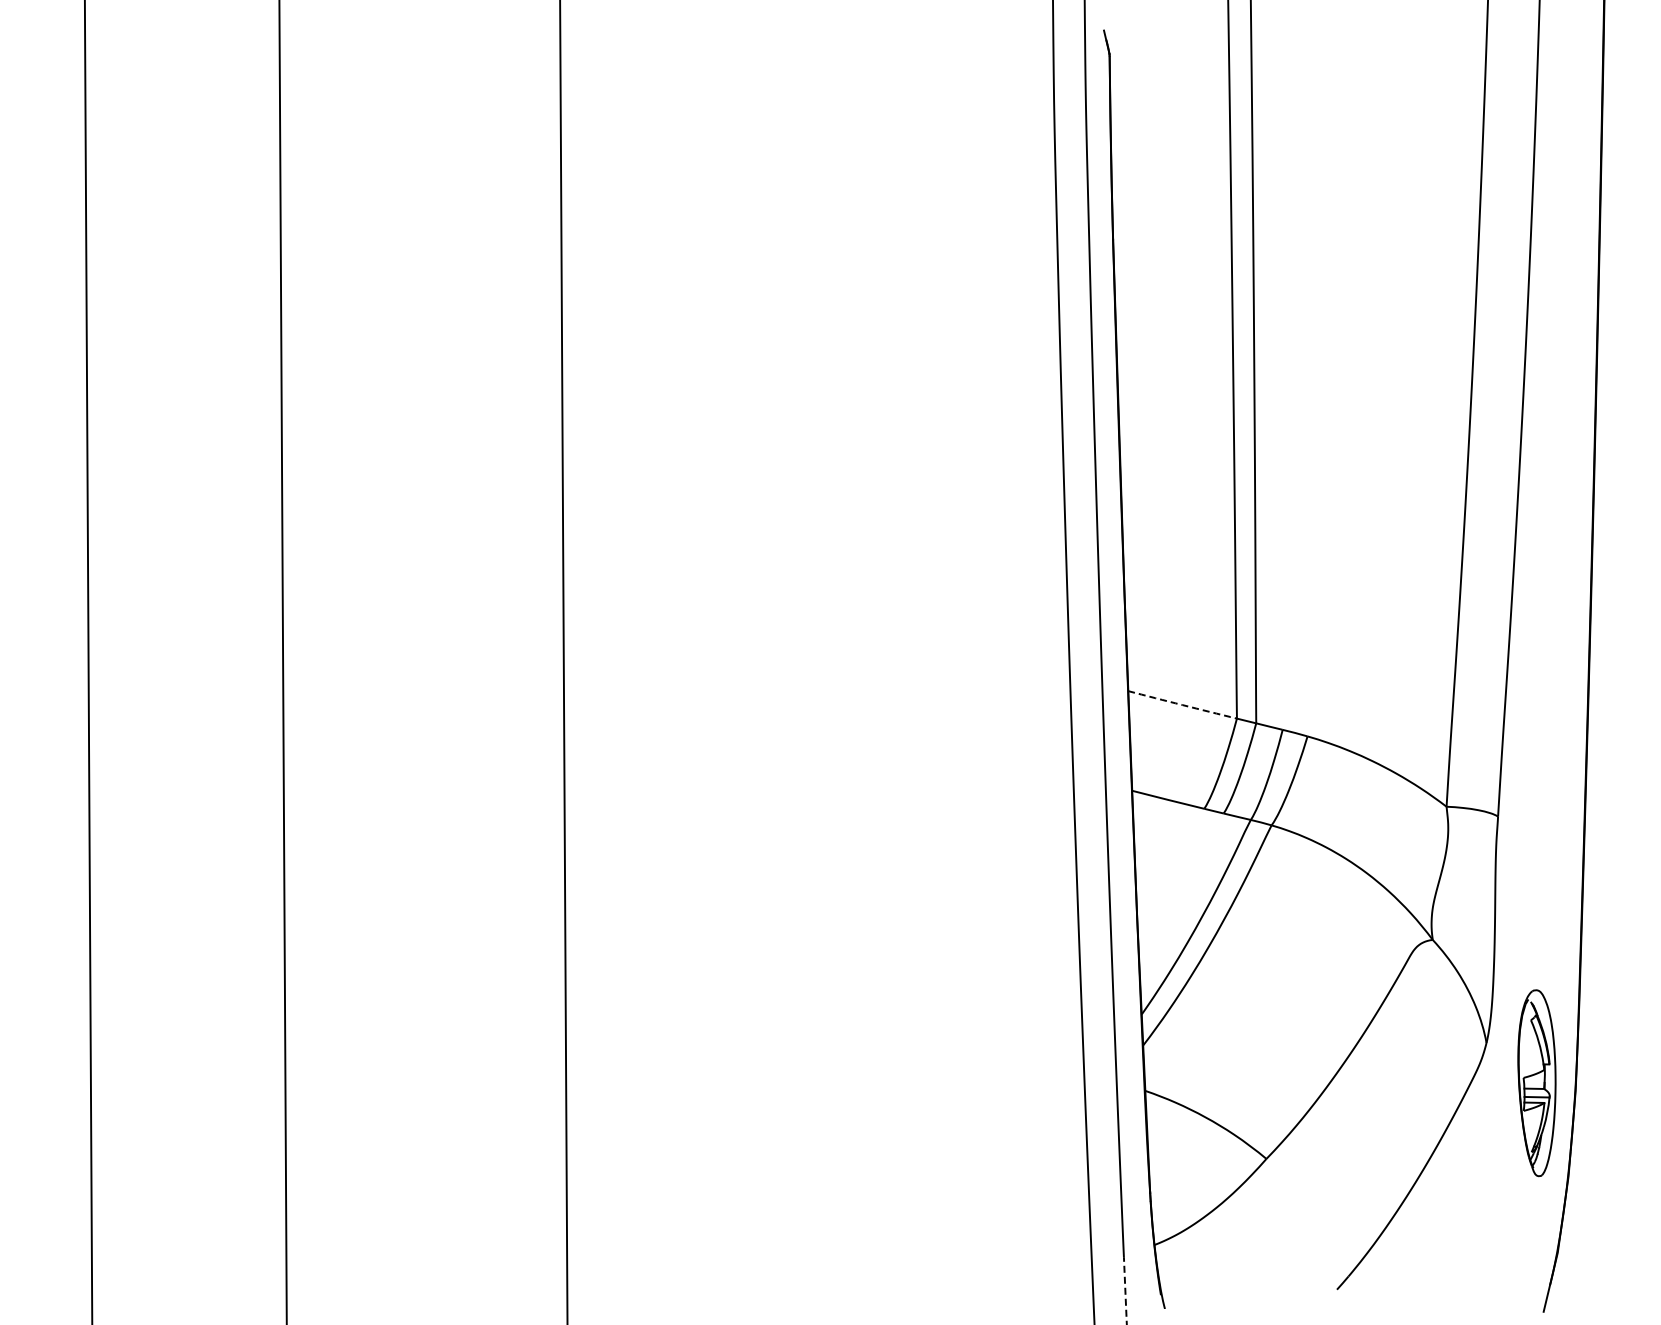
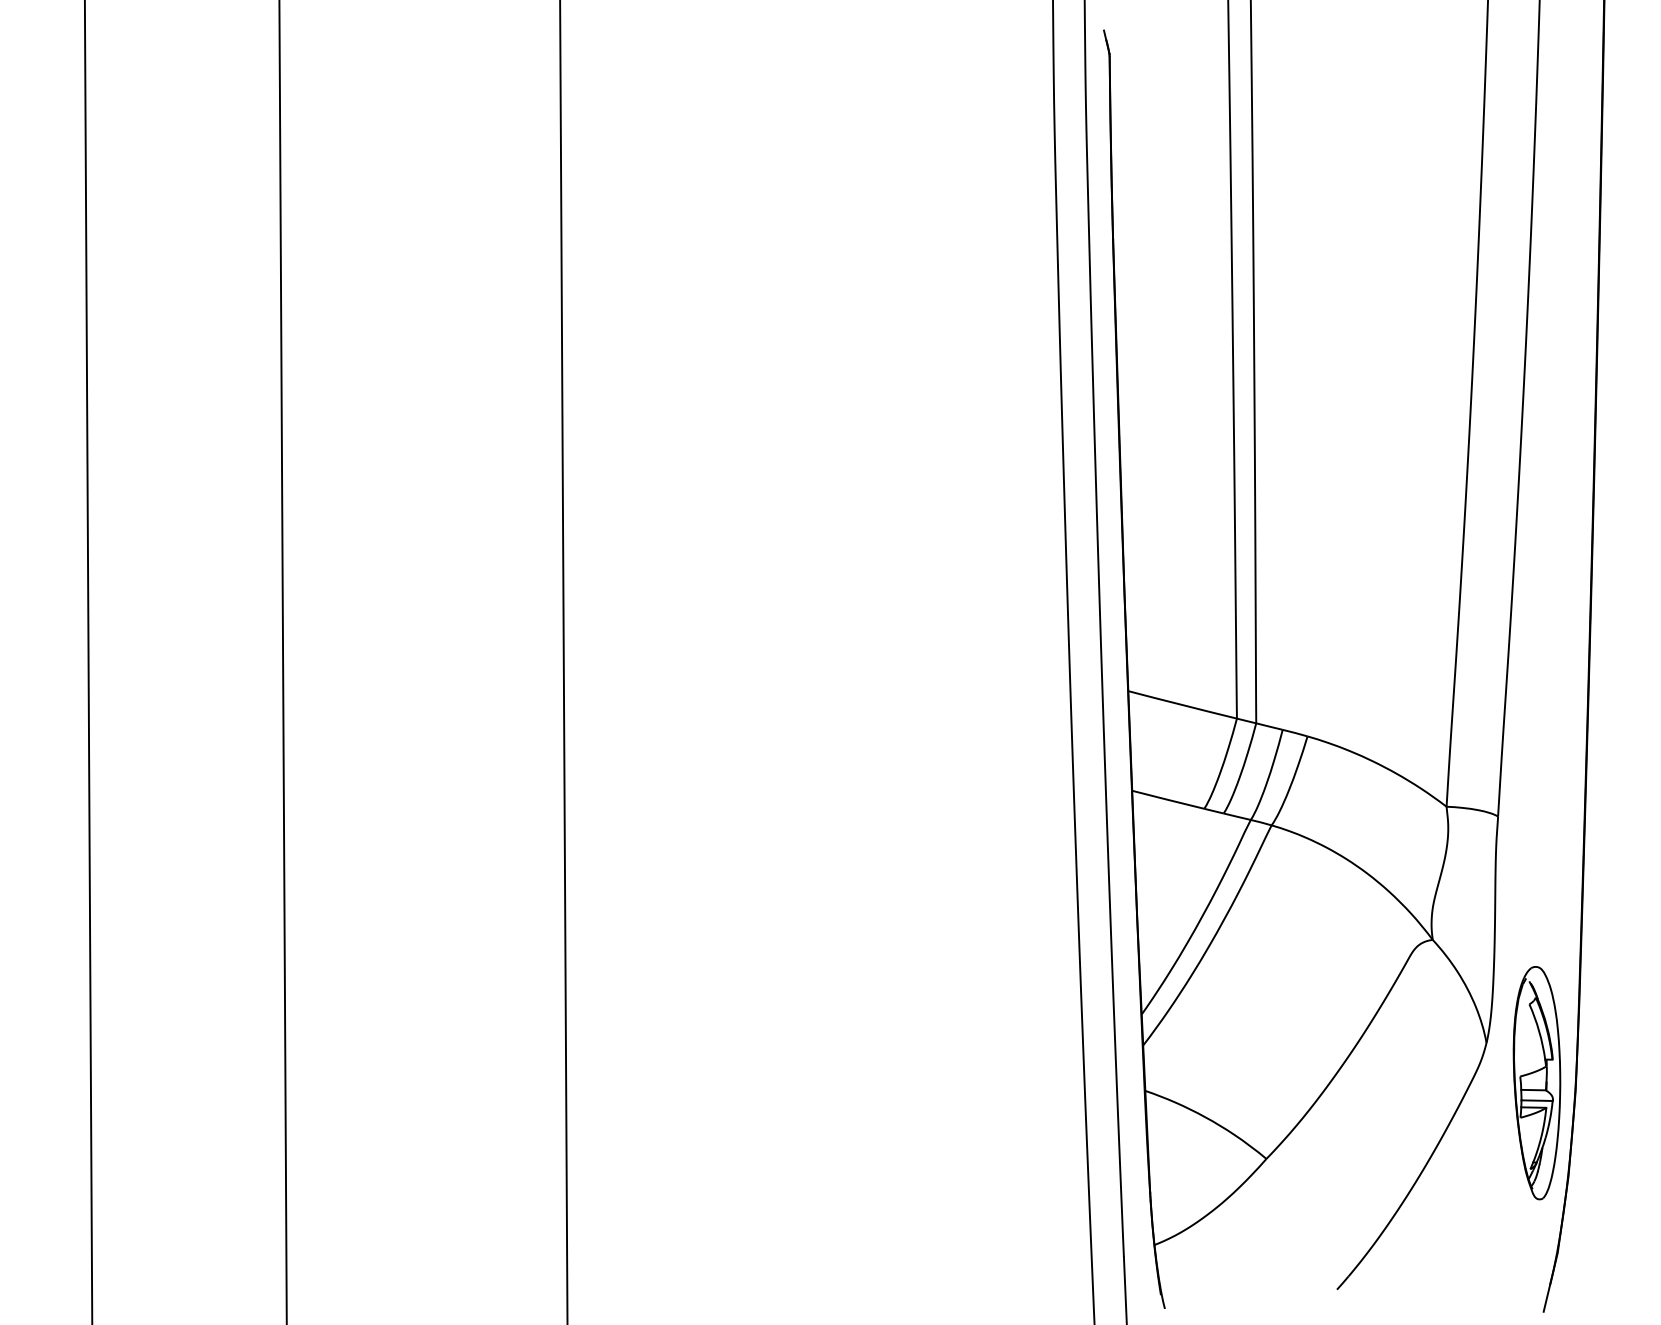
arc at (1182, 705): dashed -> solid
part at (1536, 1083) size: 40x189 px -> 50x235 px
line at (1125, 1290): dashed -> solid
